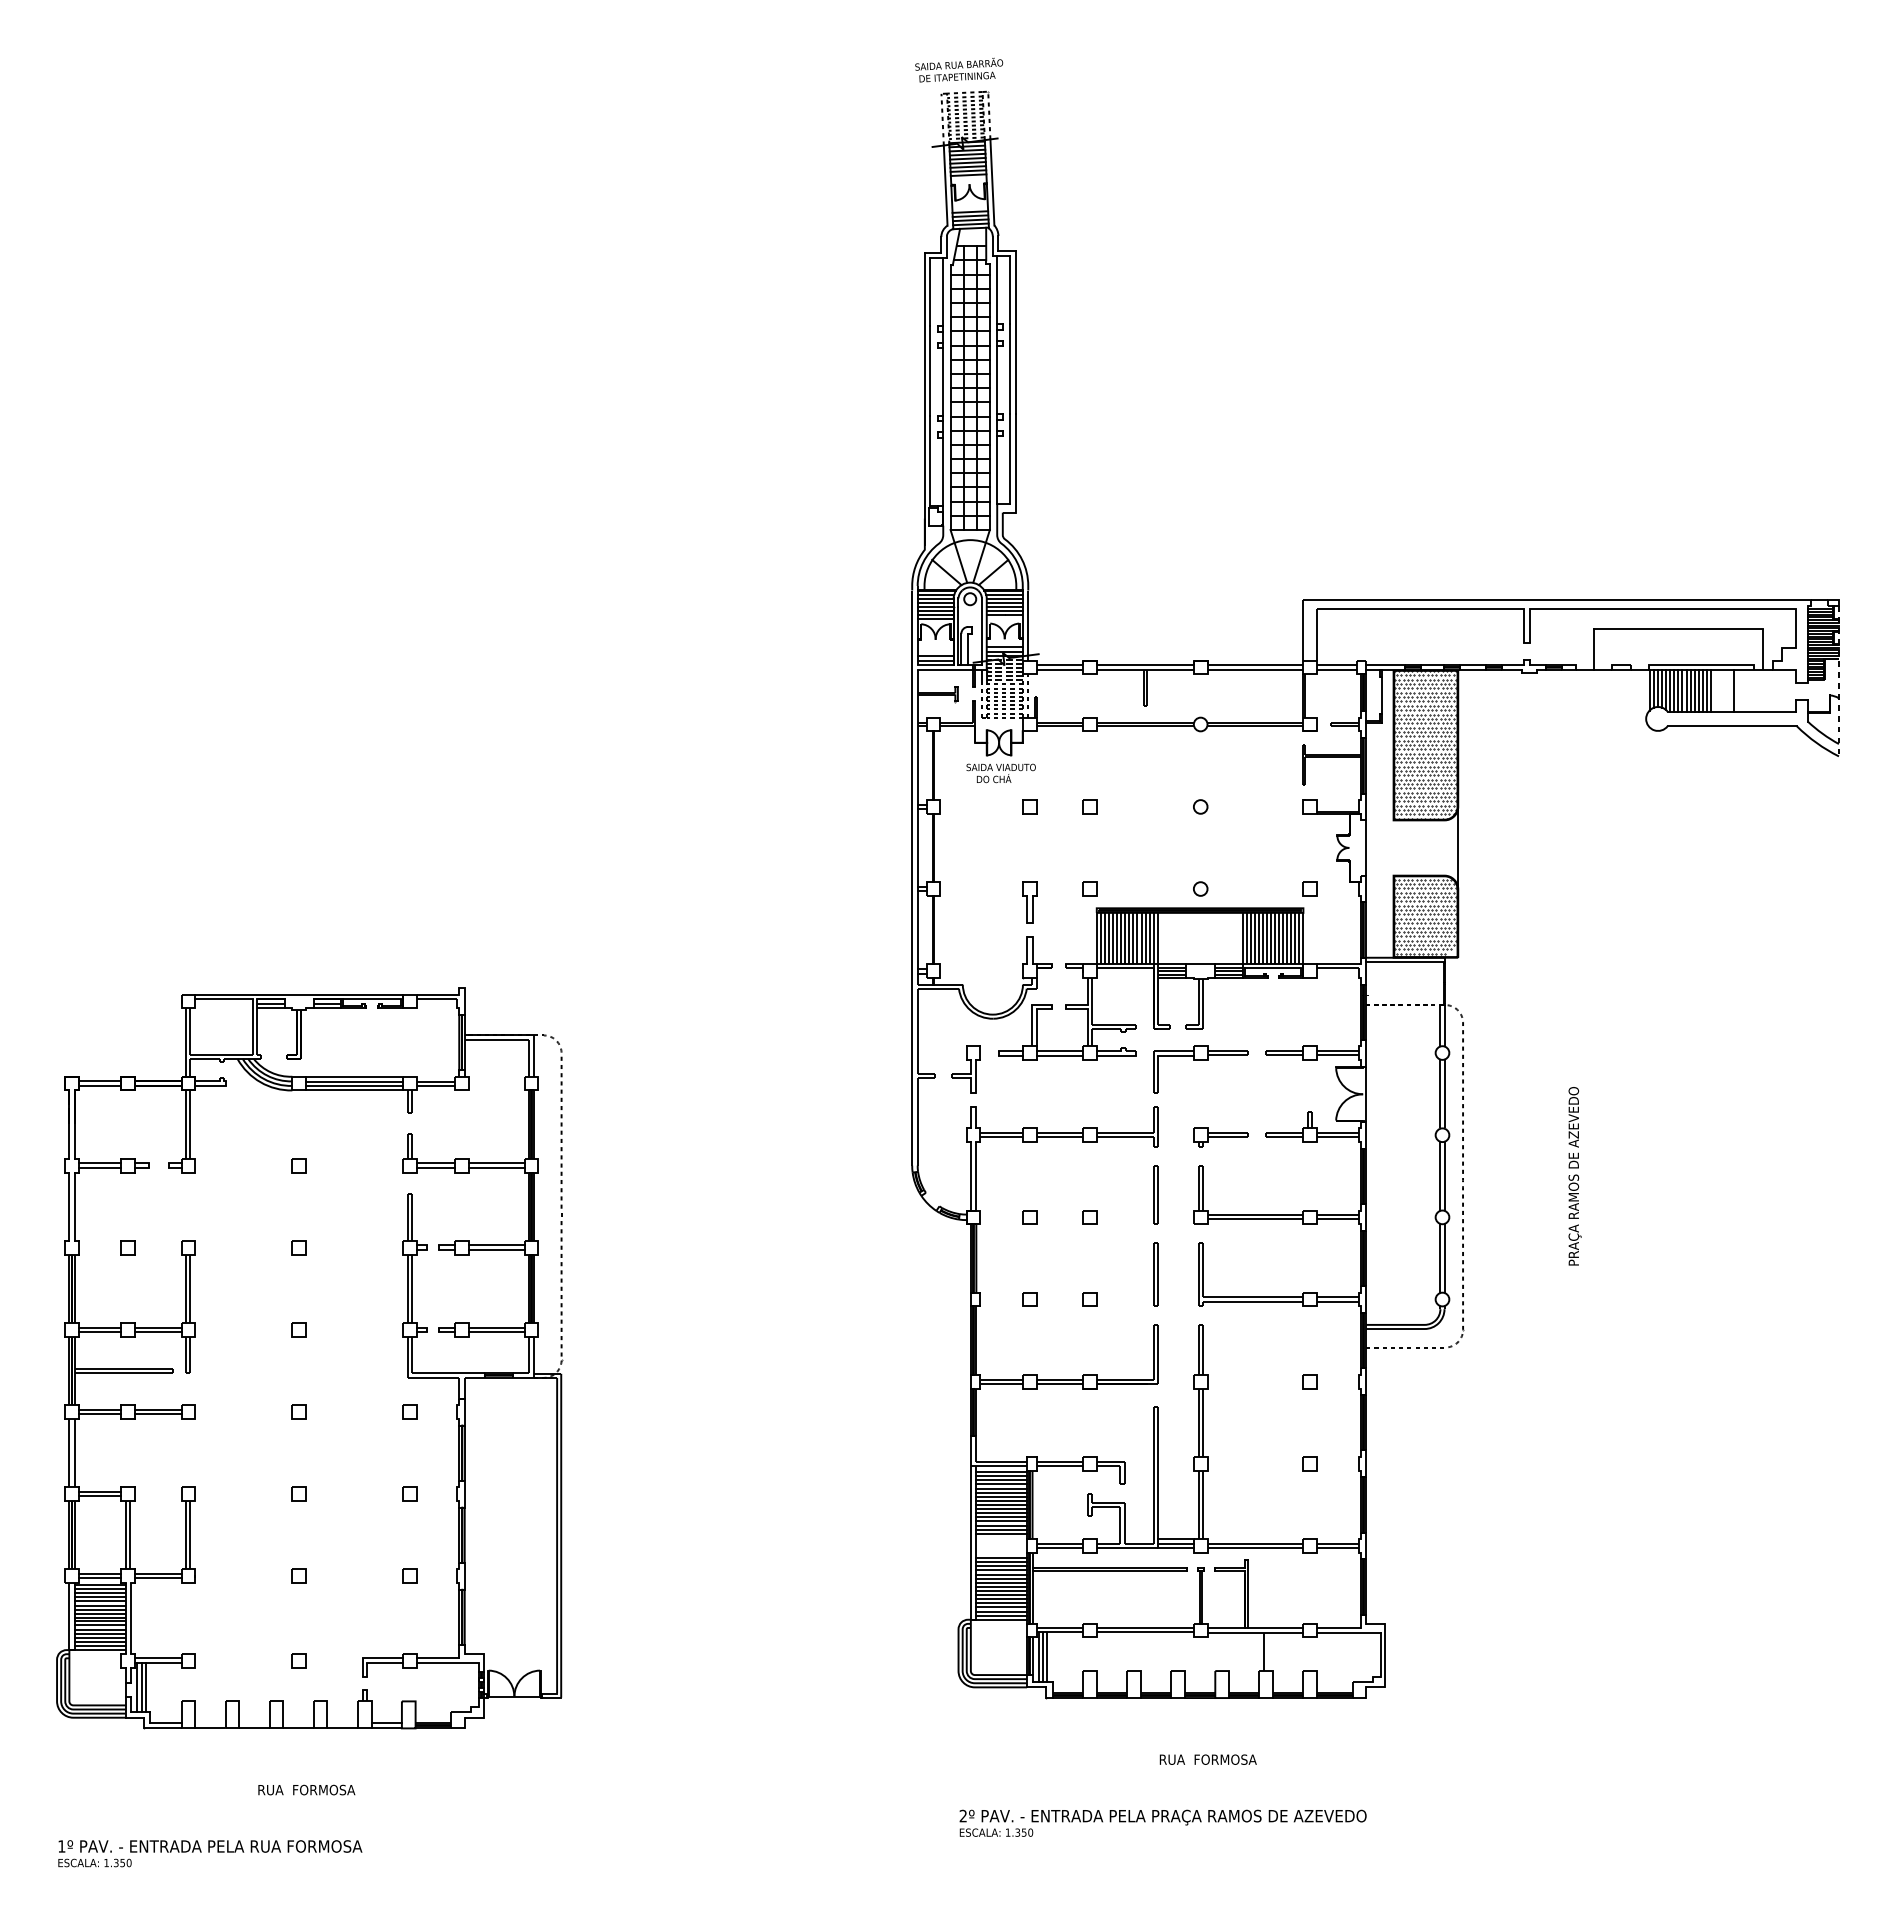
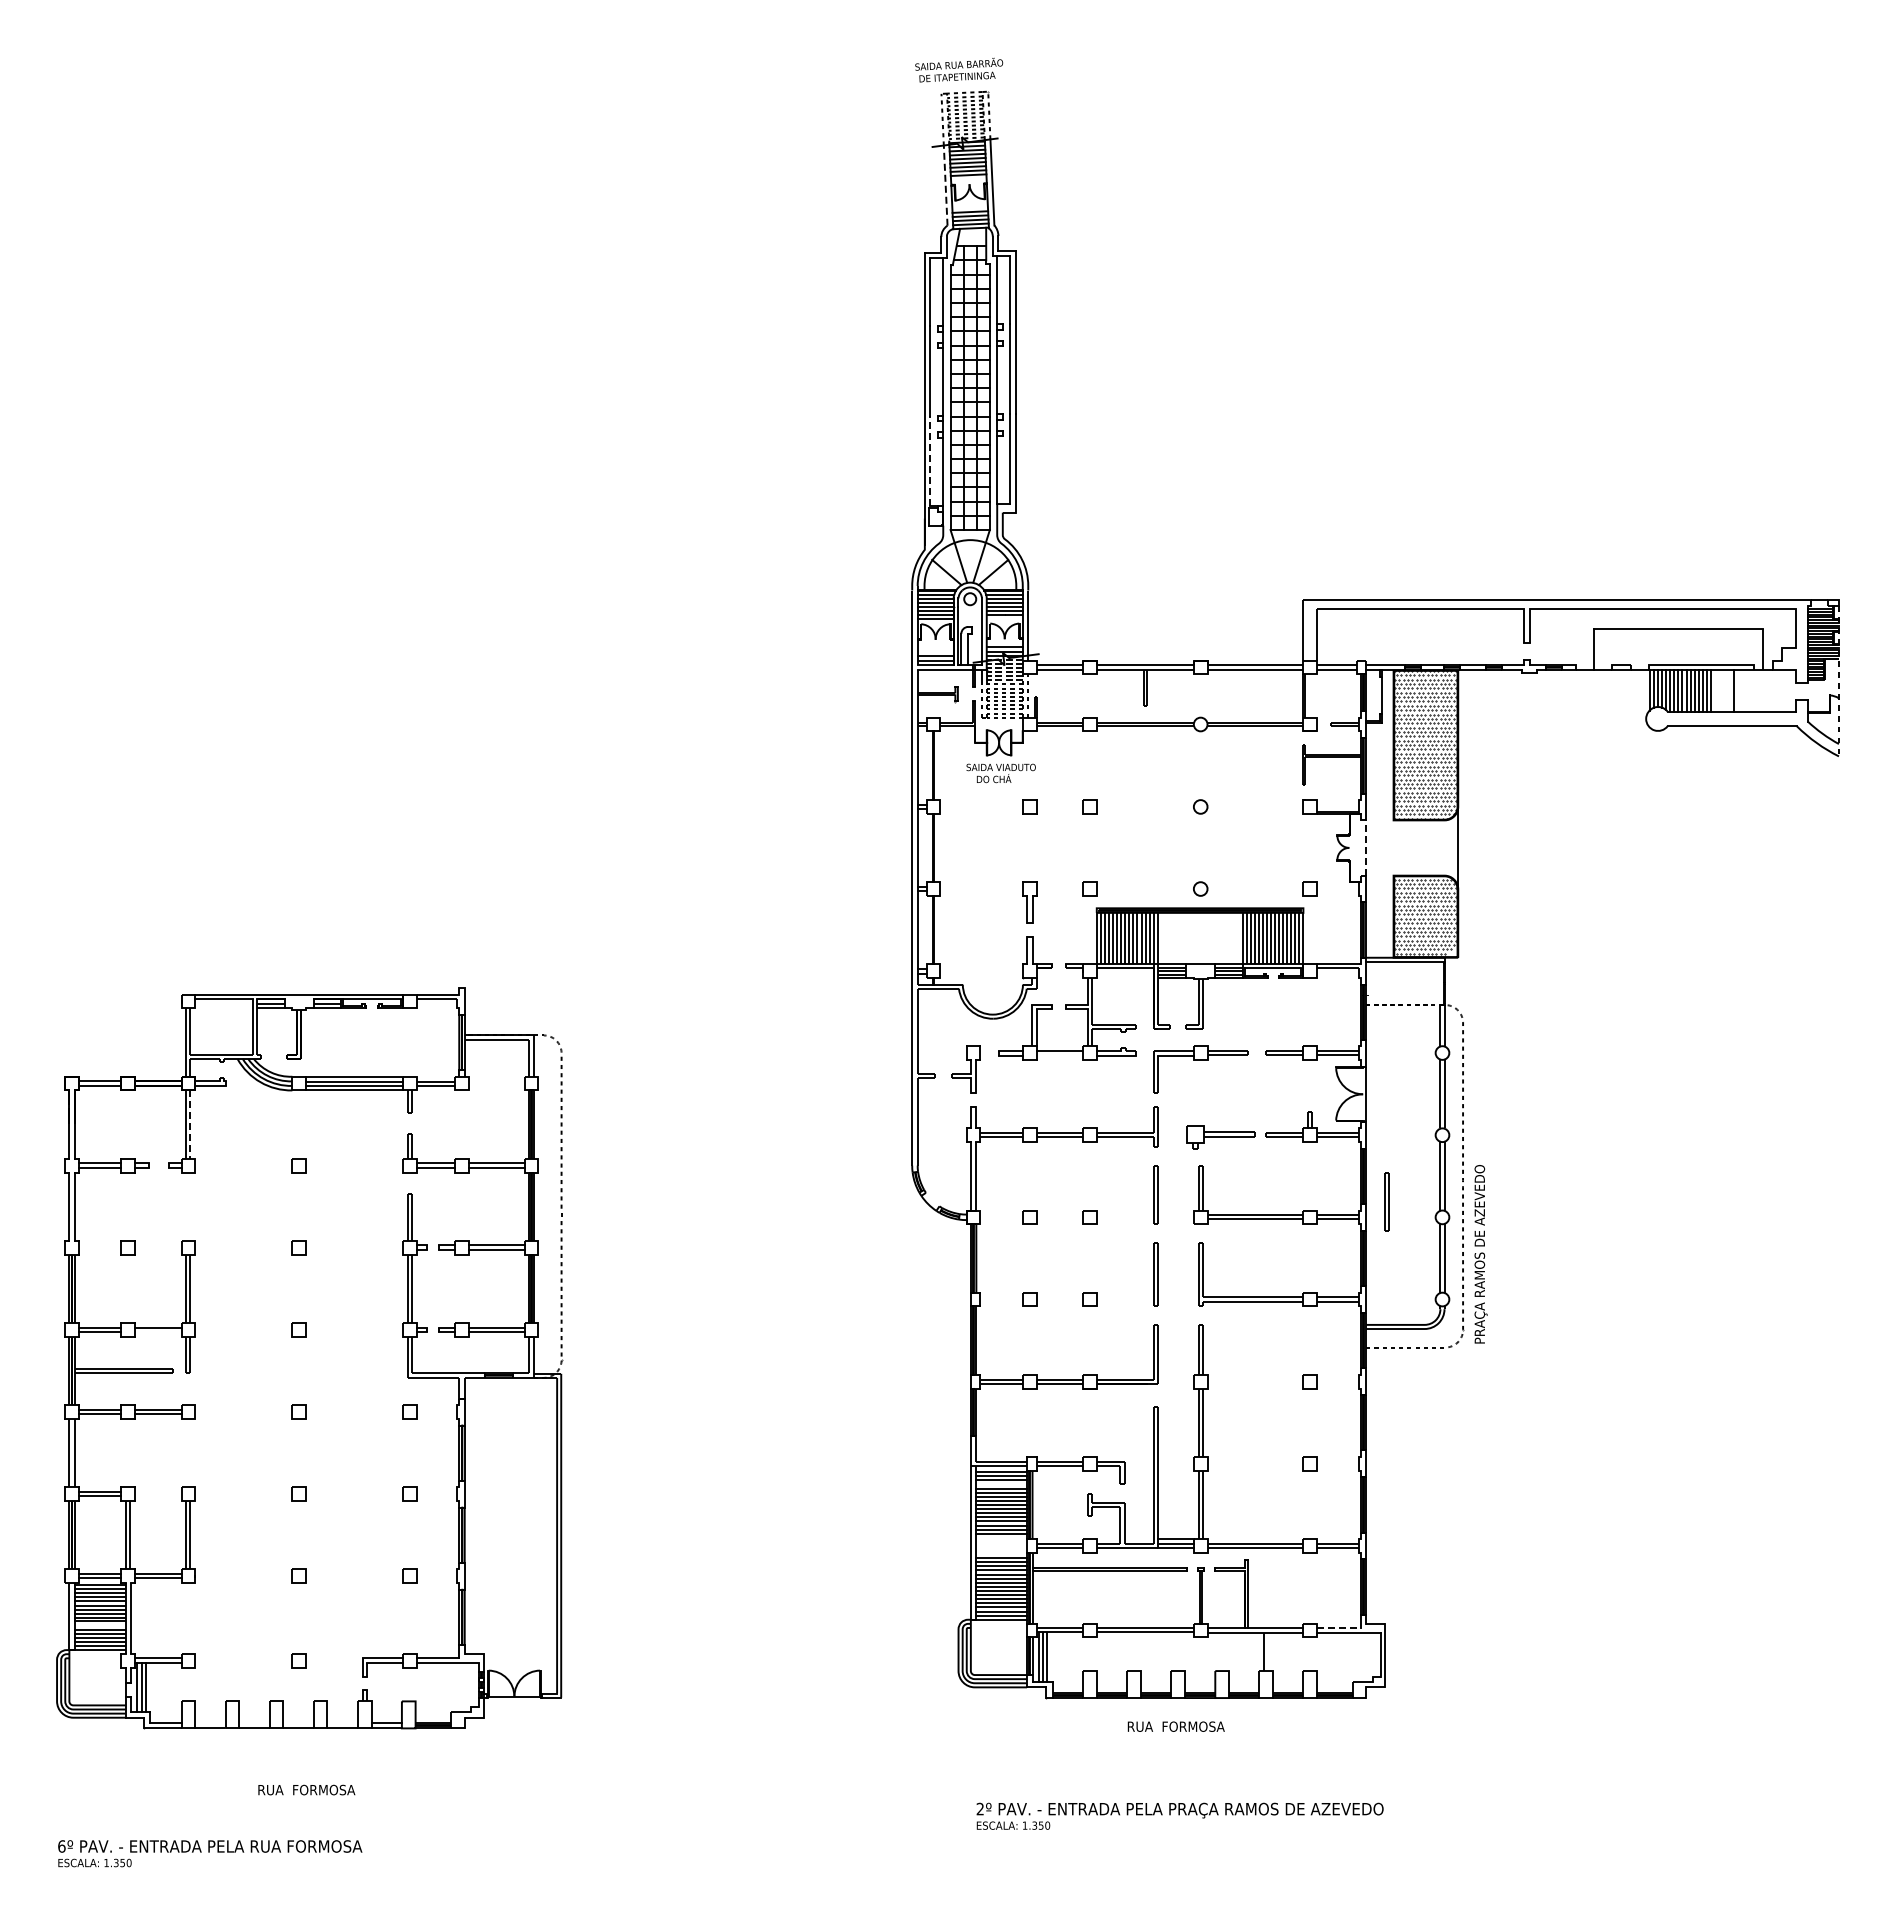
line at (945, 185): solid -> dashed
line at (930, 460): solid -> dashed
line at (1366, 848): solid -> dashed
line at (1058, 1055): present -> none
line at (190, 1125): solid -> dashed
part at (1220, 1137) size: 56x21 px -> 70x25 px
text at (1574, 1176) position: (1574, 1176) -> (1480, 1254)
part at (1386, 1201): none -> present
line at (158, 1332): present -> none
line at (1001, 1484): present -> none
line at (99, 1625): present -> none
line at (1338, 1628): solid -> dashed
text at (1207, 1759) position: (1207, 1759) -> (1175, 1726)
text at (1162, 1822) position: (1162, 1822) -> (1179, 1815)
text at (61, 1846): 1º -> 6º
